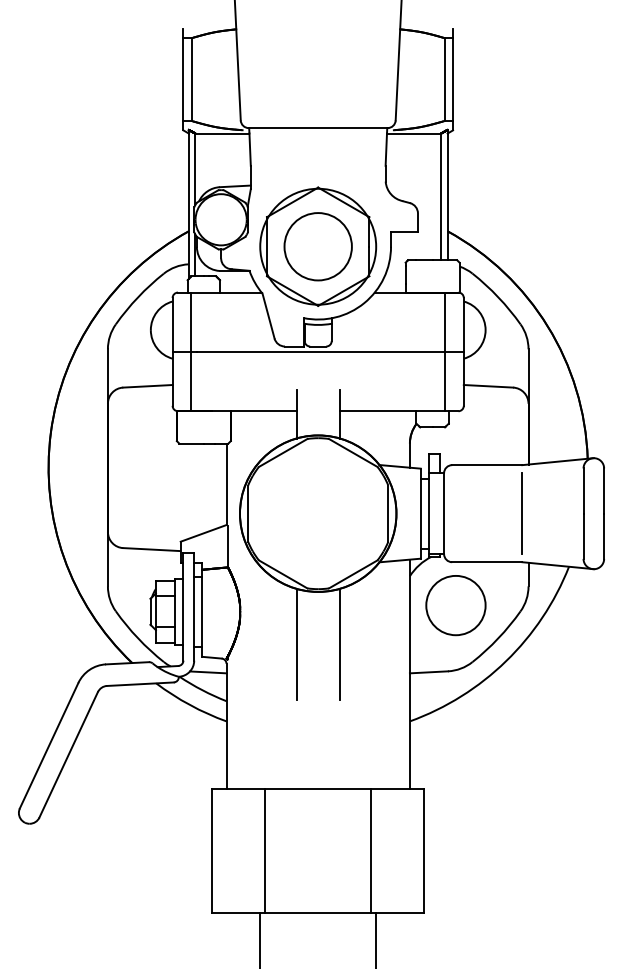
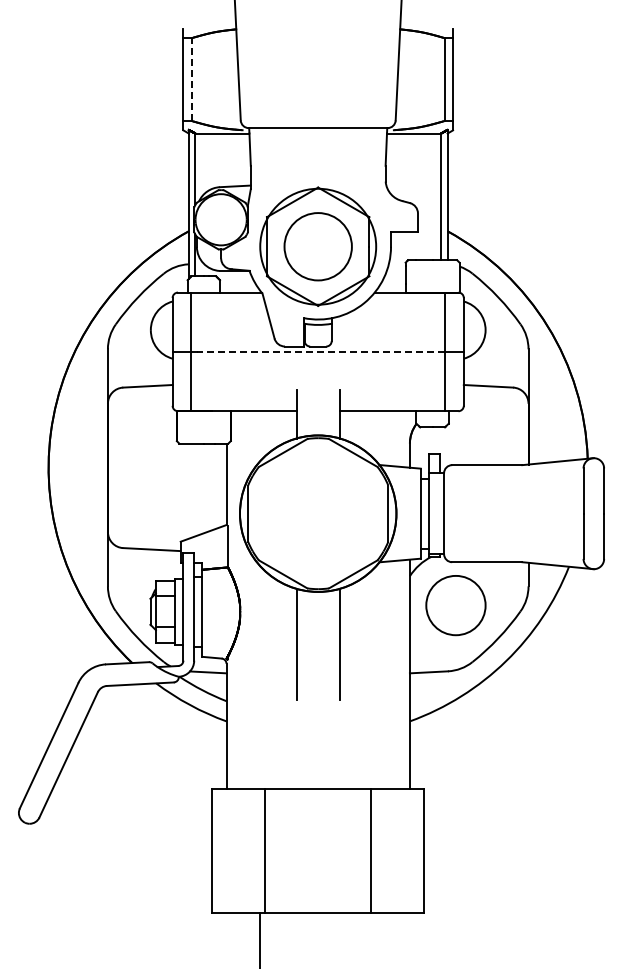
line at (191, 79): solid -> dashed
line at (320, 351): solid -> dashed
line at (522, 513): present -> none
line at (376, 938): present -> none
